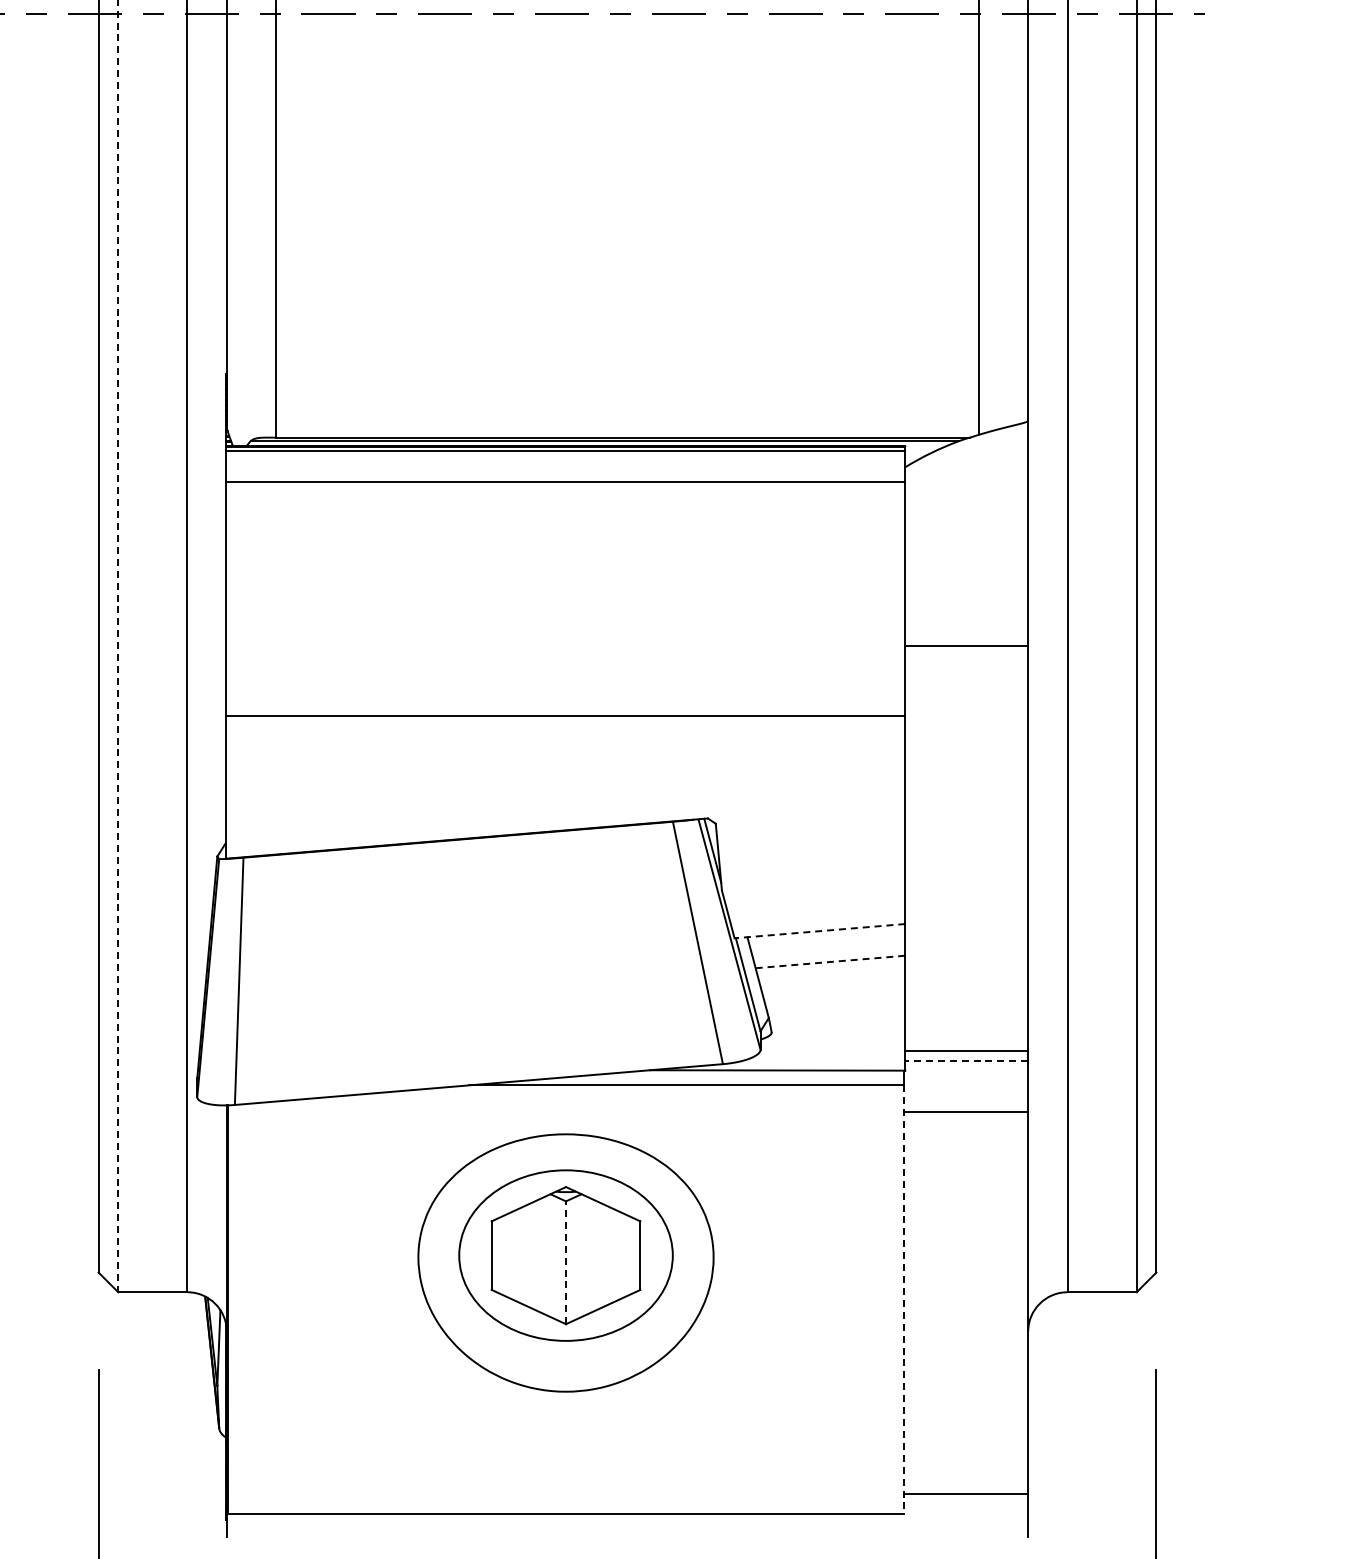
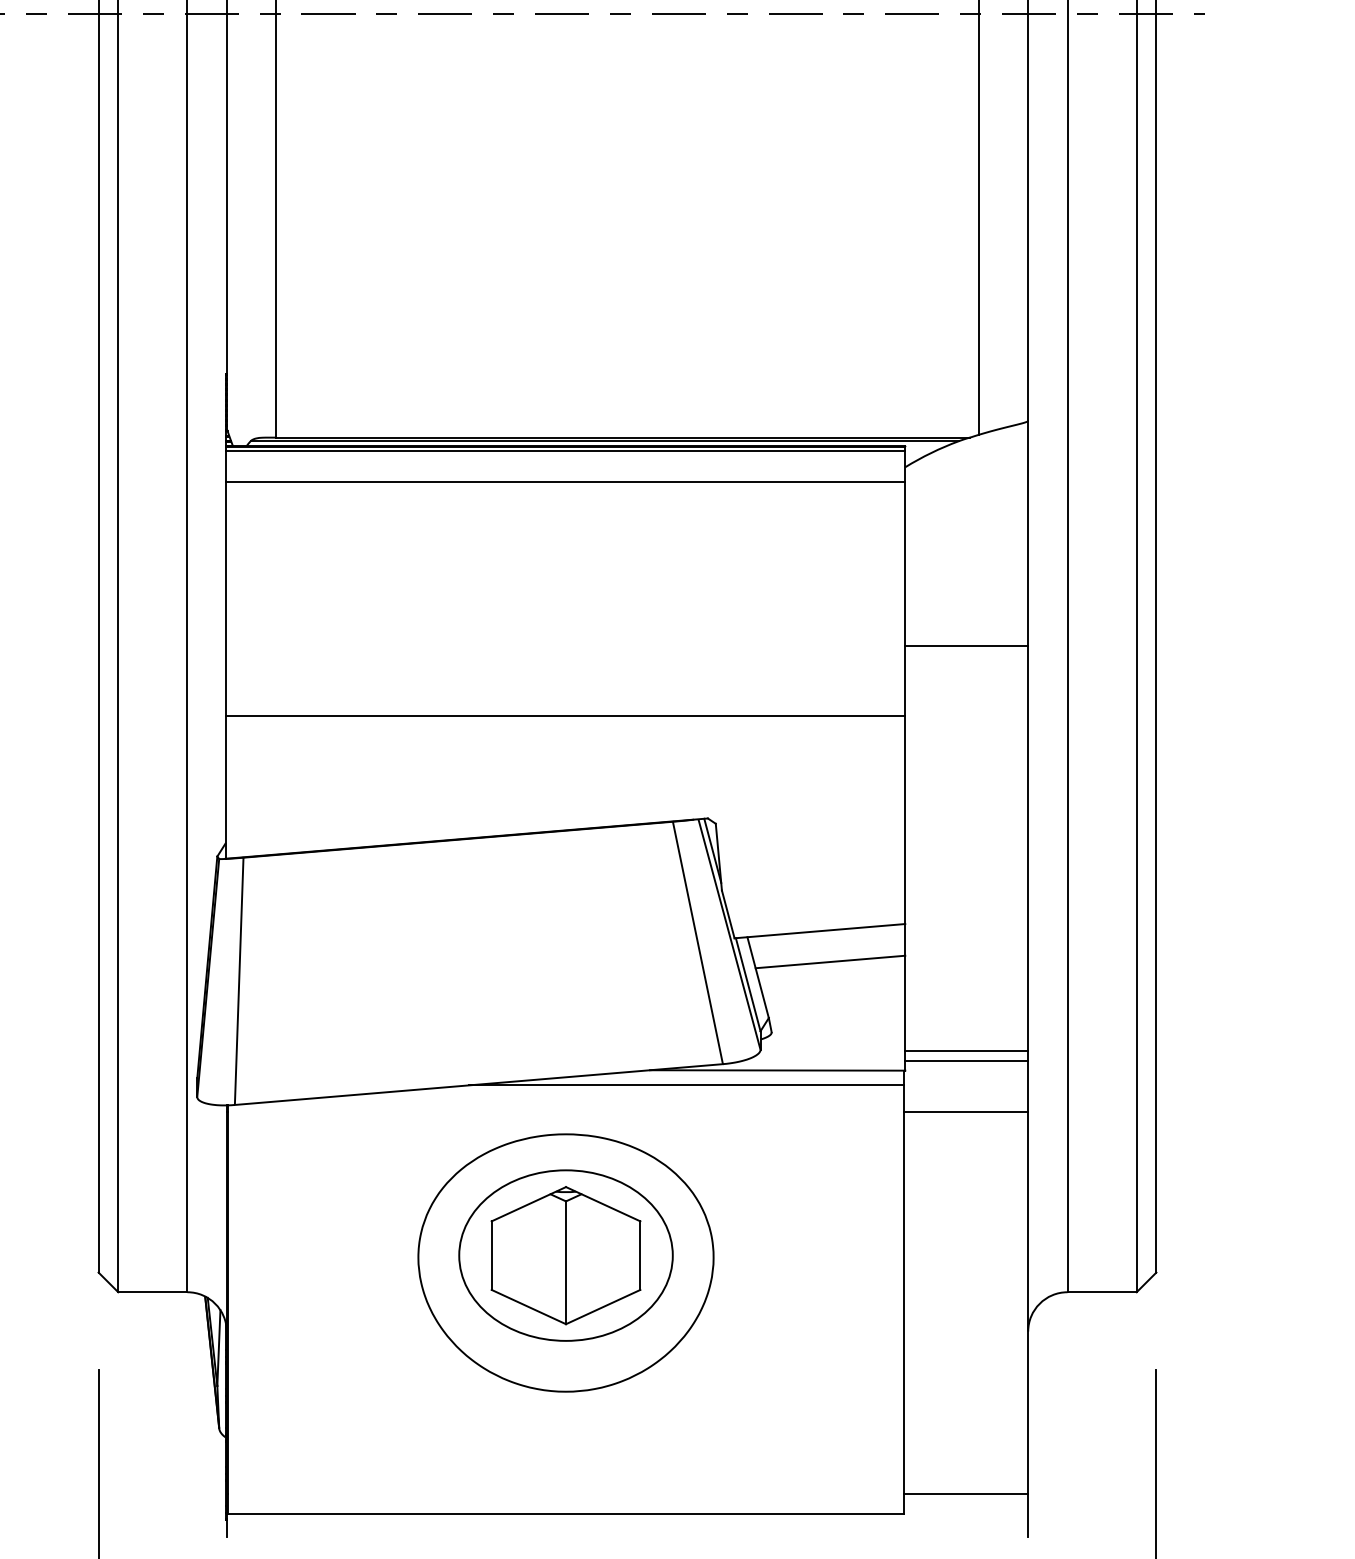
line at (118, 646): dashed -> solid
line at (819, 931): dashed -> solid
line at (830, 961): dashed -> solid
line at (966, 1061): dashed -> solid
line at (566, 1262): dashed -> solid
line at (904, 1300): dashed -> solid
